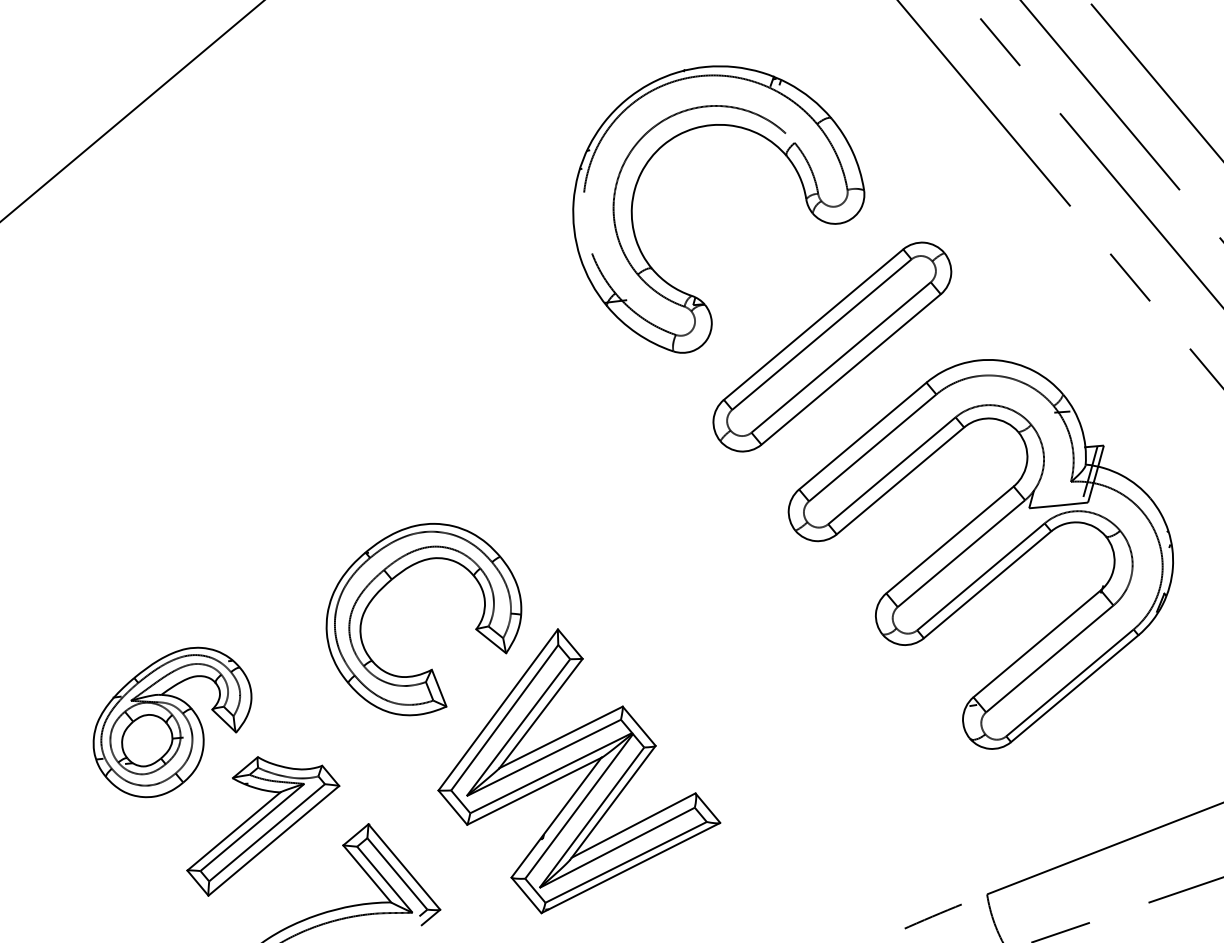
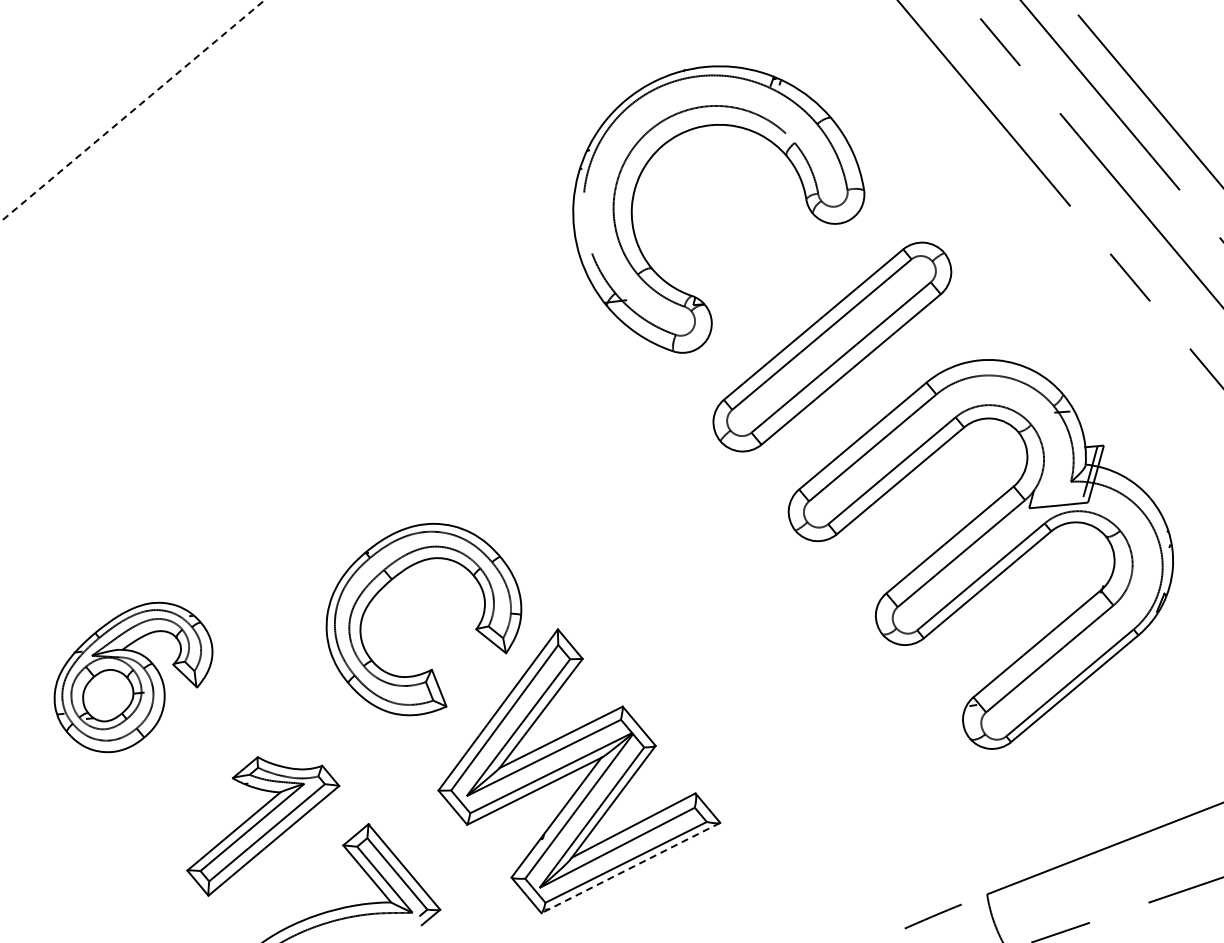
line at (1154, 80) position: (1154, 80) -> (1143, 93)
line at (132, 111): solid -> dashed
part at (172, 722) position: (172, 722) -> (133, 677)
line at (630, 868): solid -> dashed
